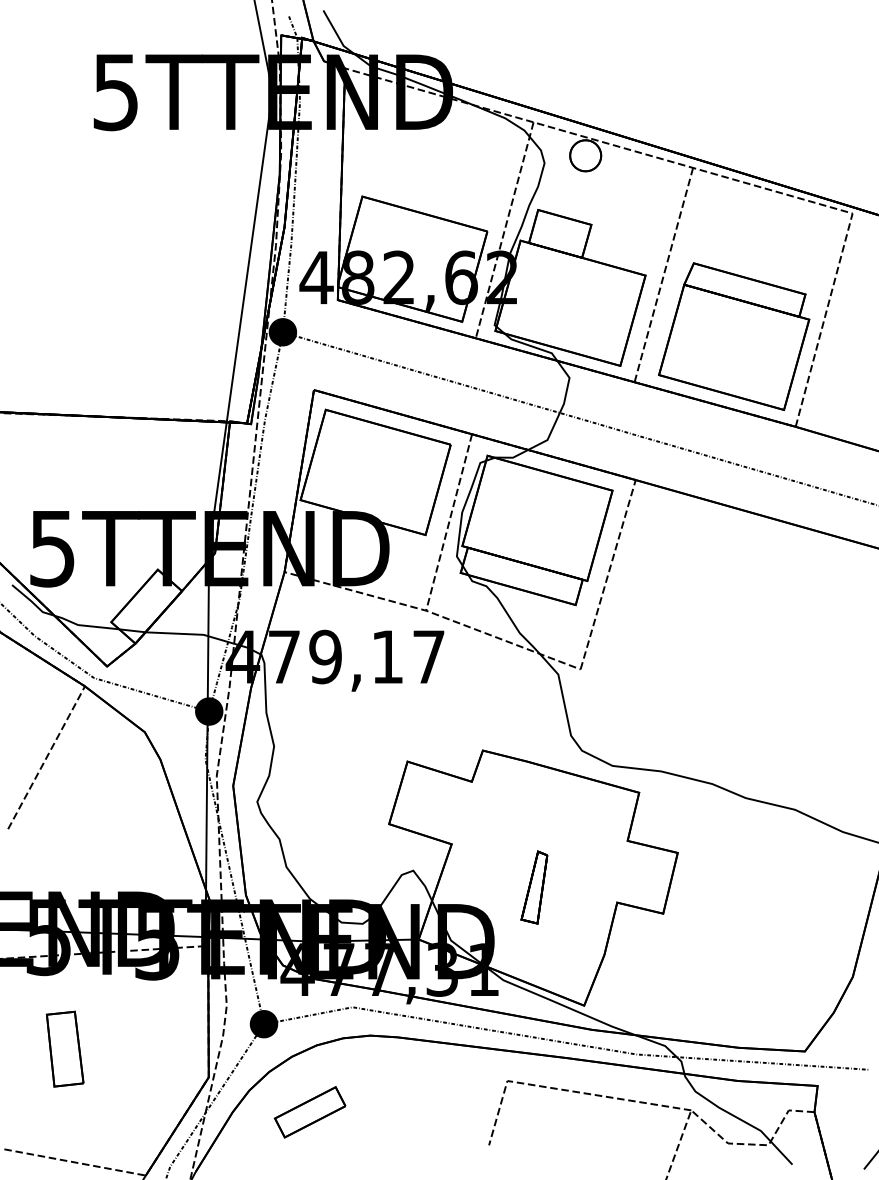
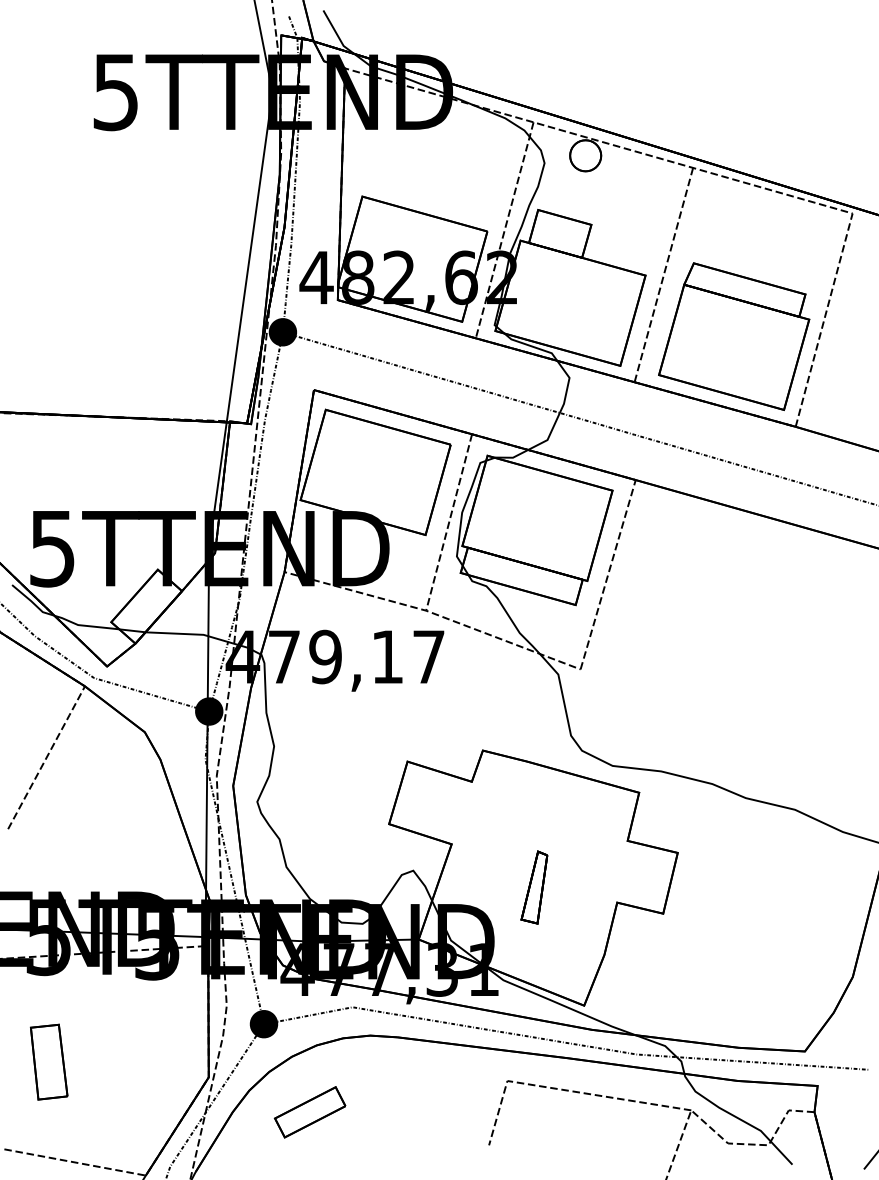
part at (65, 1048) position: (65, 1048) -> (49, 1061)
